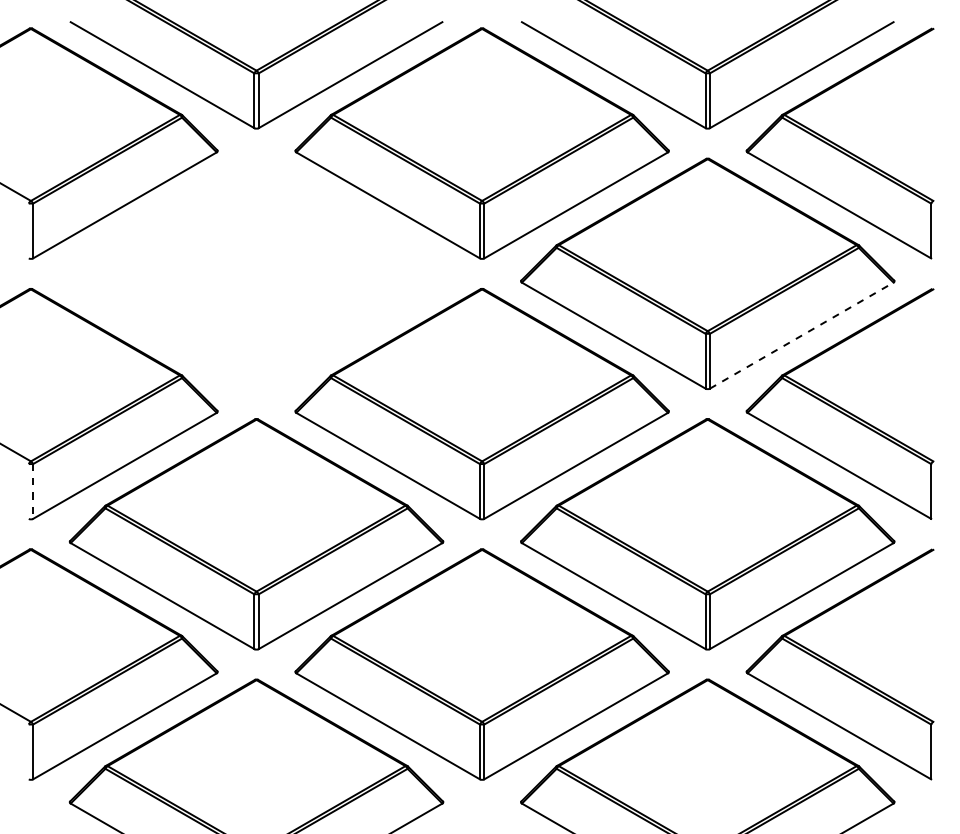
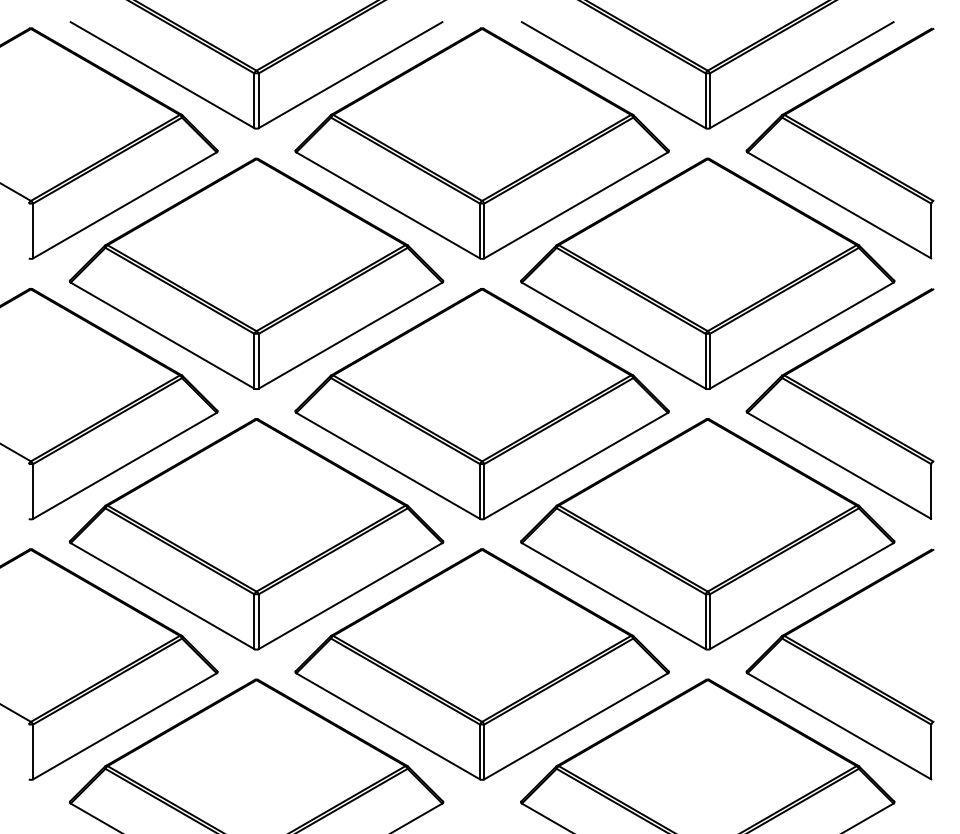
part at (256, 273): none -> present
line at (802, 335): dashed -> solid
line at (33, 491): dashed -> solid
